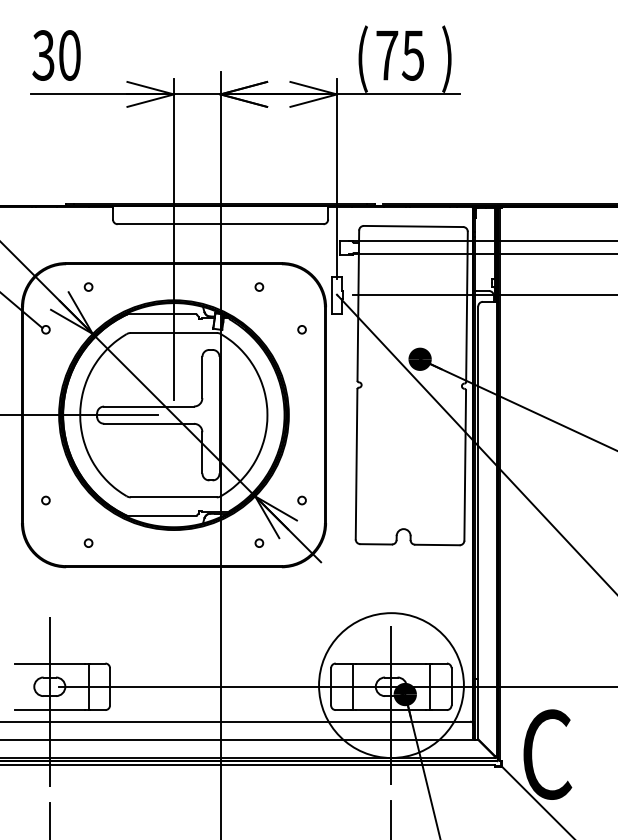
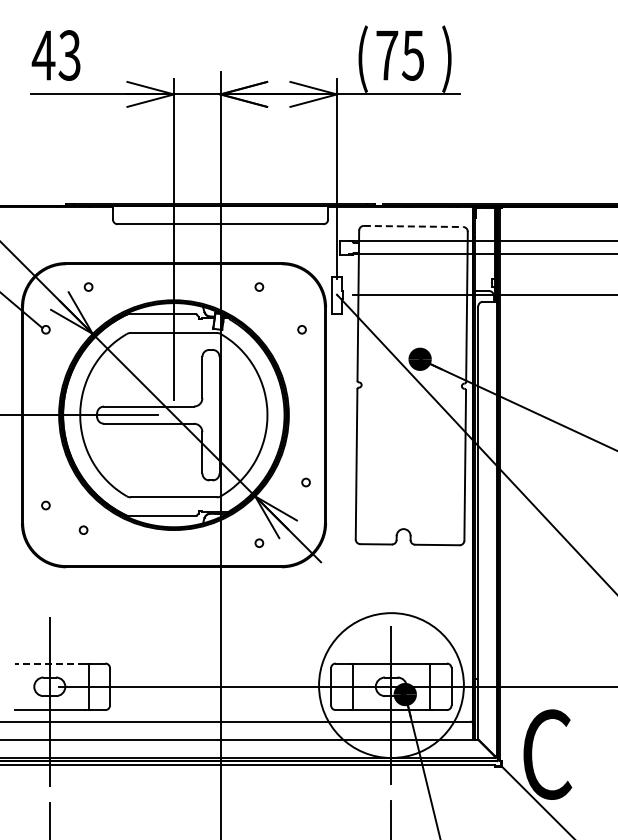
text at (55, 55): 30 -> 43
line at (413, 226): solid -> dashed
circle at (45, 500) position: (45, 500) -> (45, 505)
circle at (301, 500) position: (301, 500) -> (305, 482)
circle at (88, 542) position: (88, 542) -> (83, 529)
line at (49, 663): solid -> dashed
